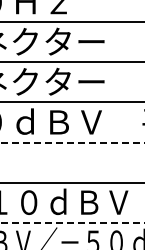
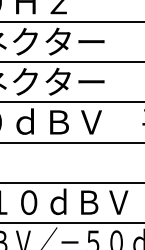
line at (72, 142): dashed -> solid
line at (72, 222): dashed -> solid
